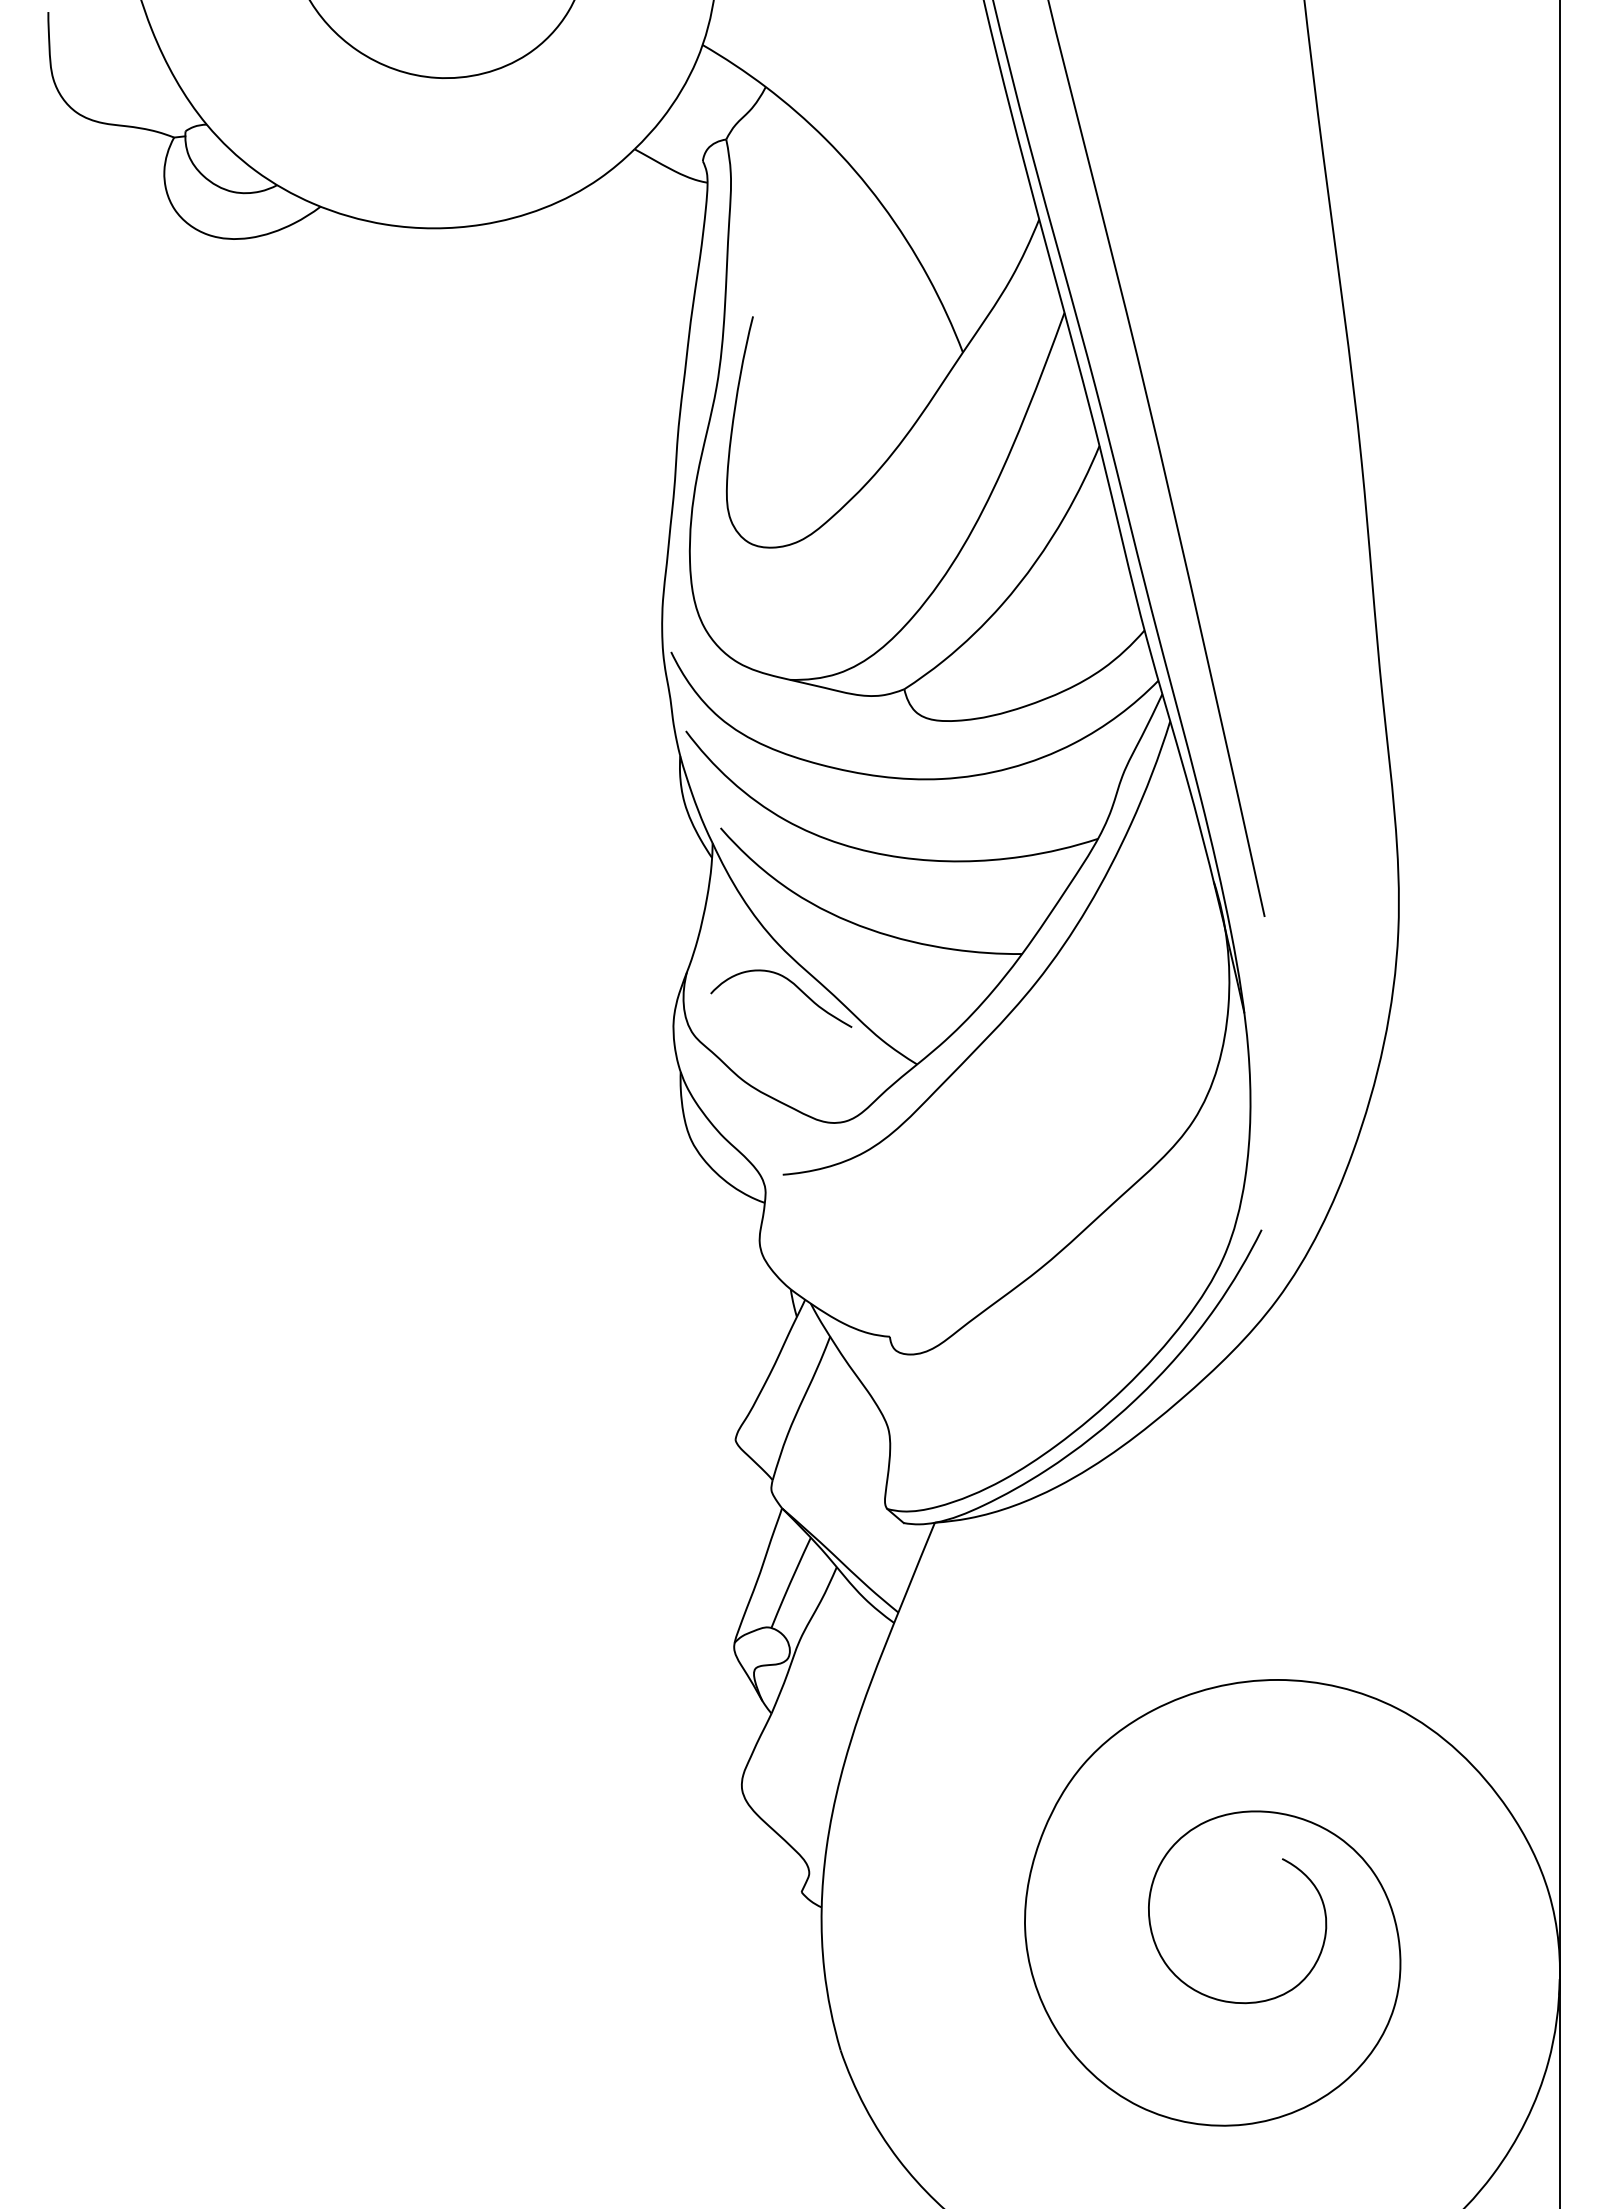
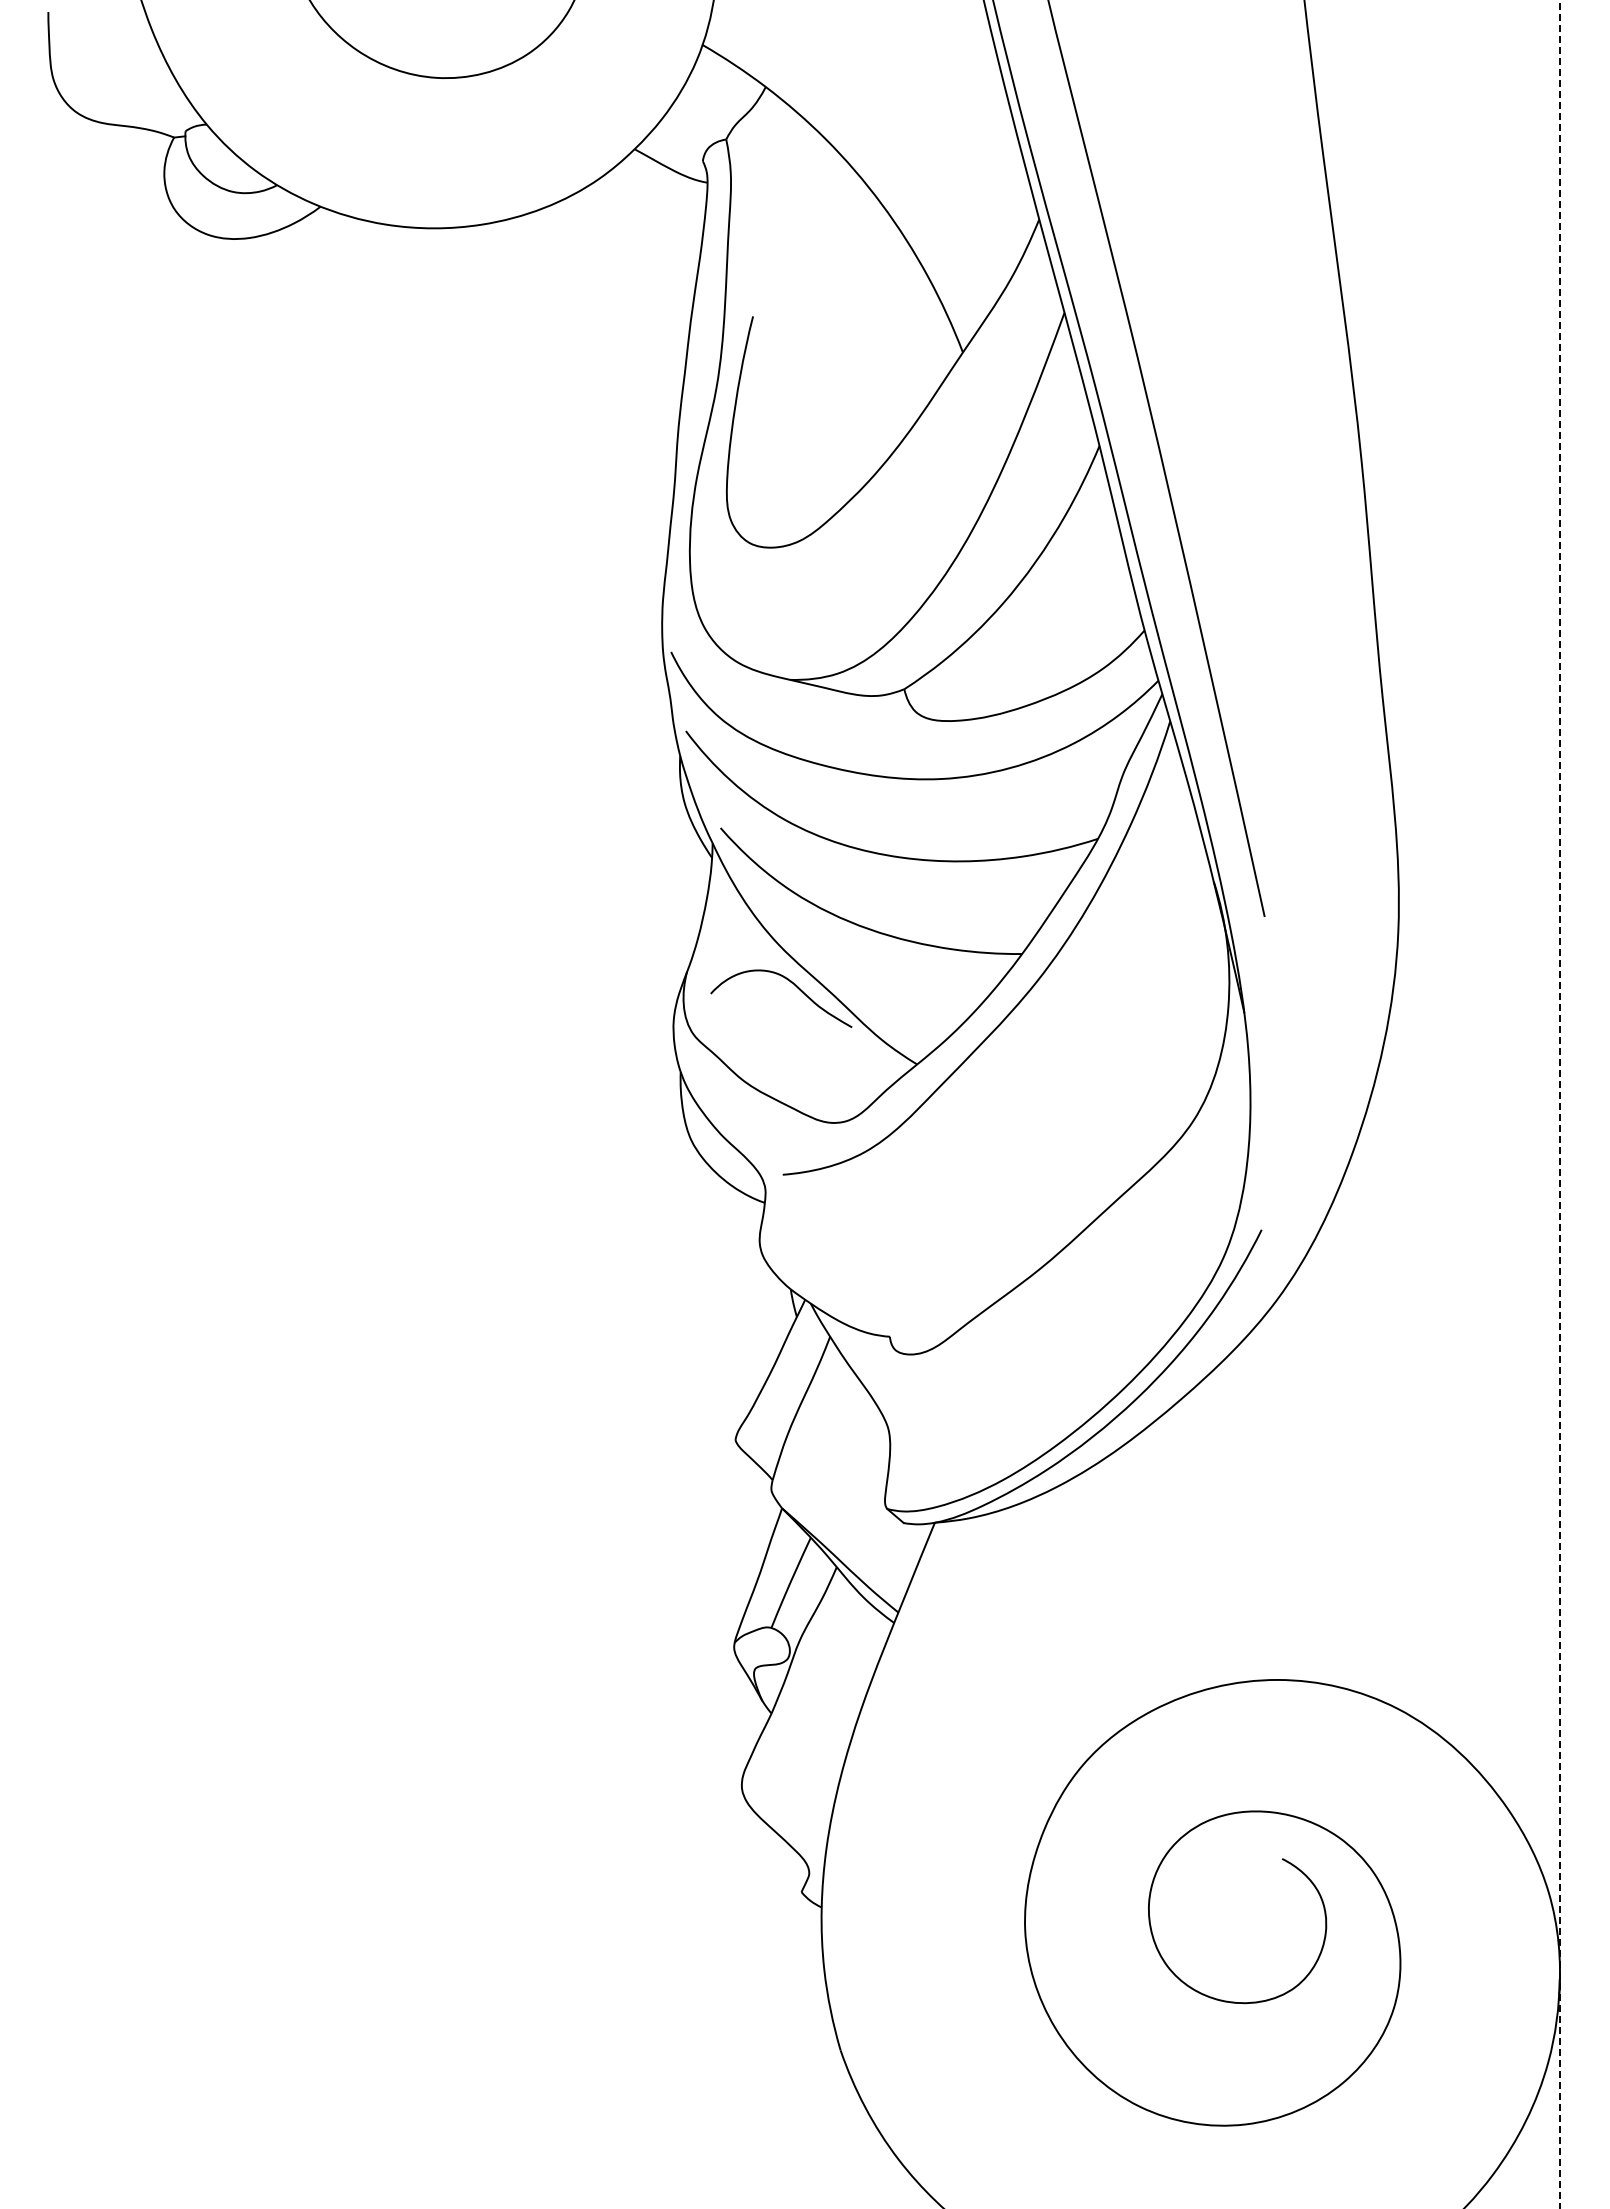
line at (1559, 1104): solid -> dashed
